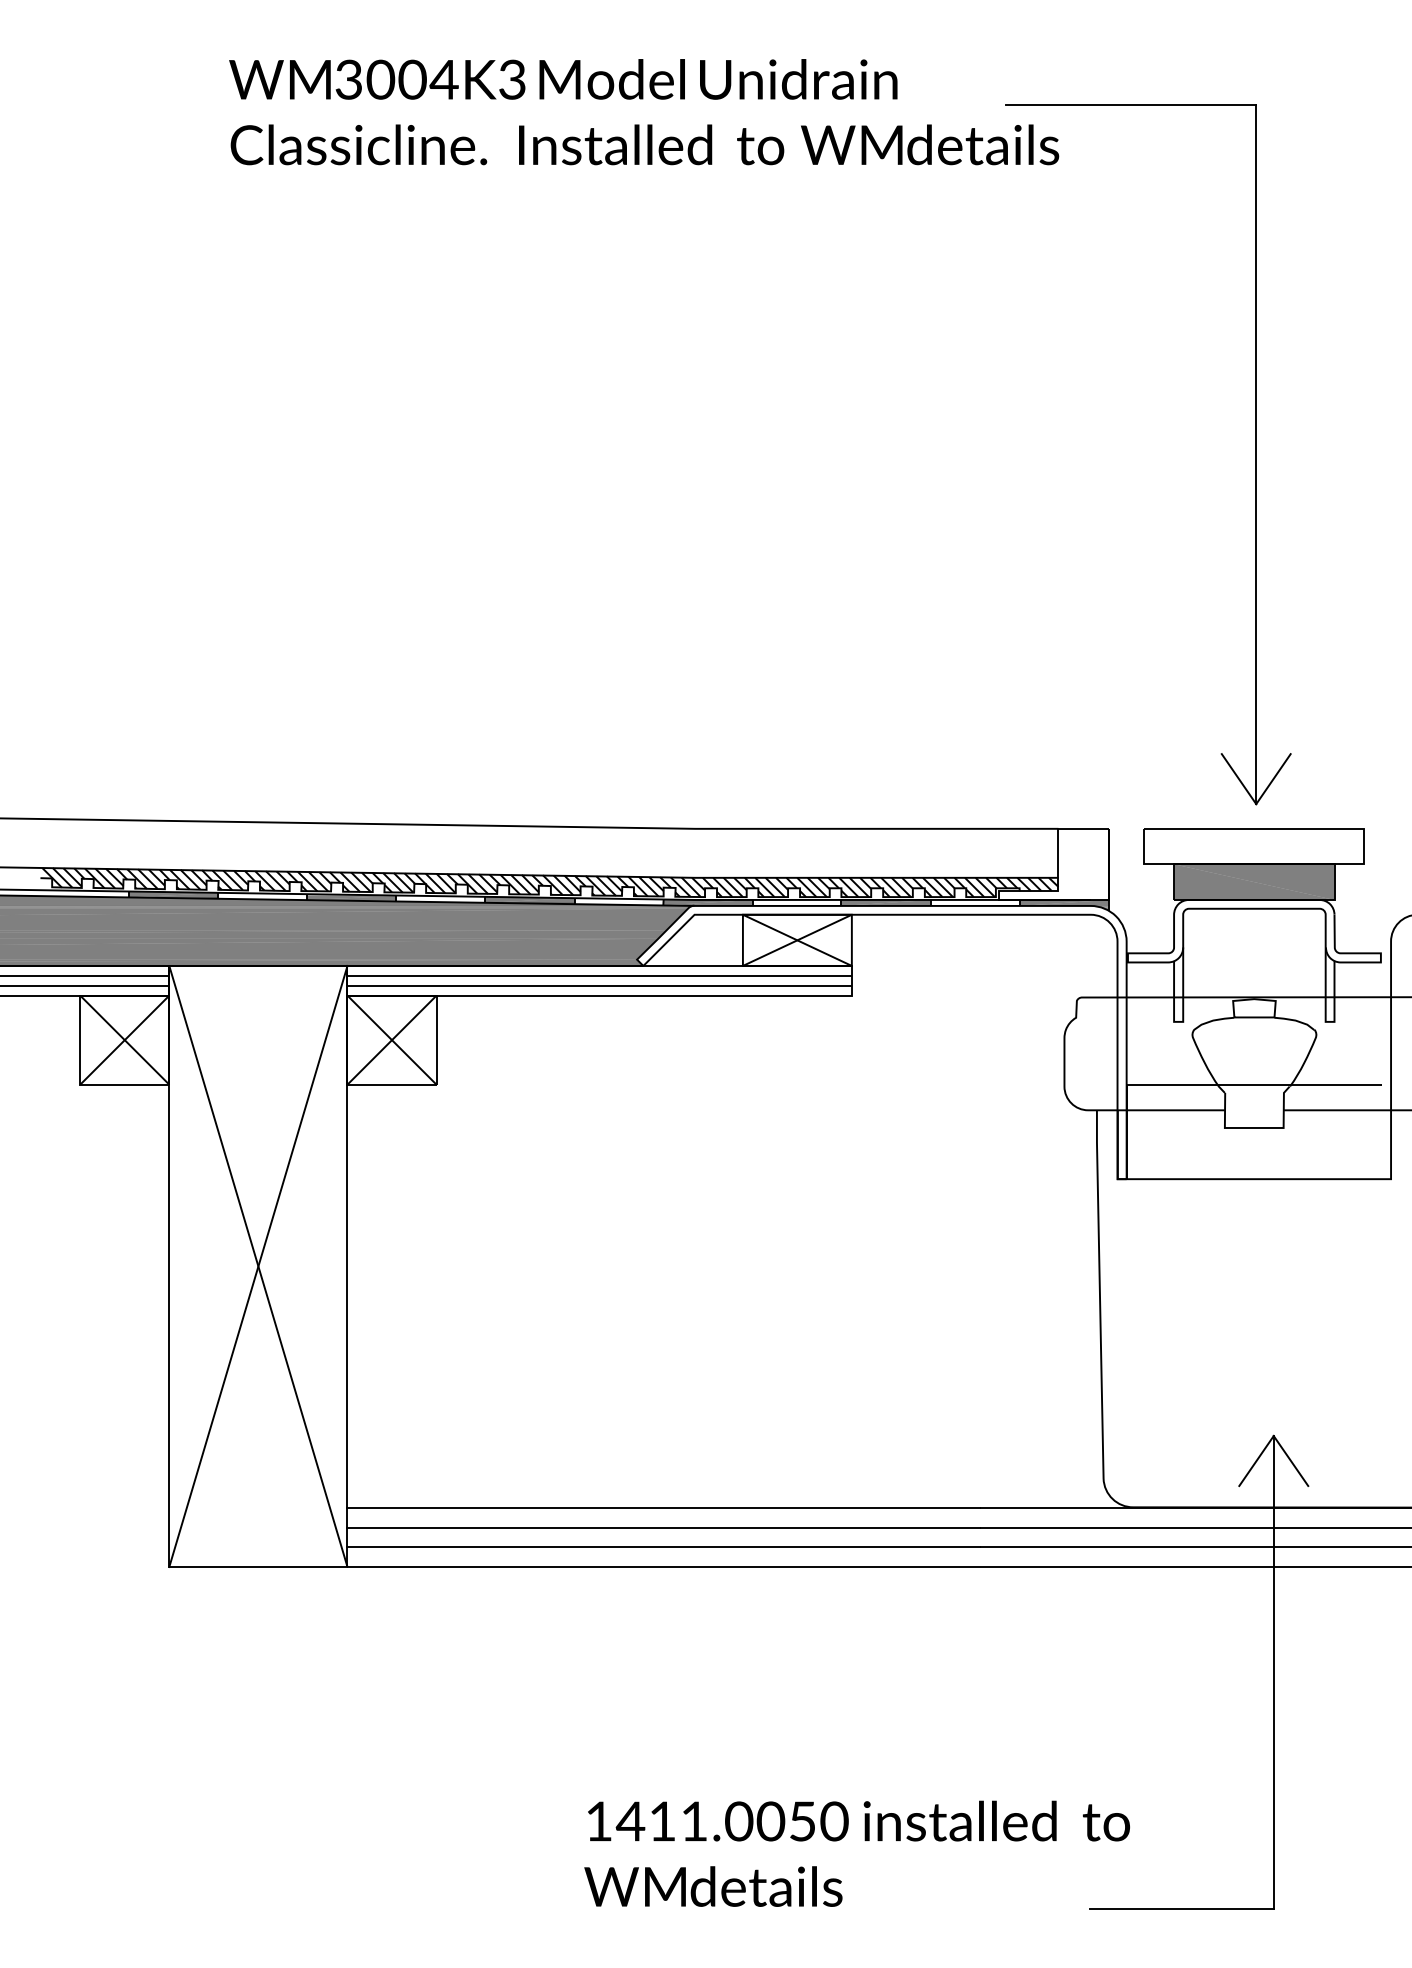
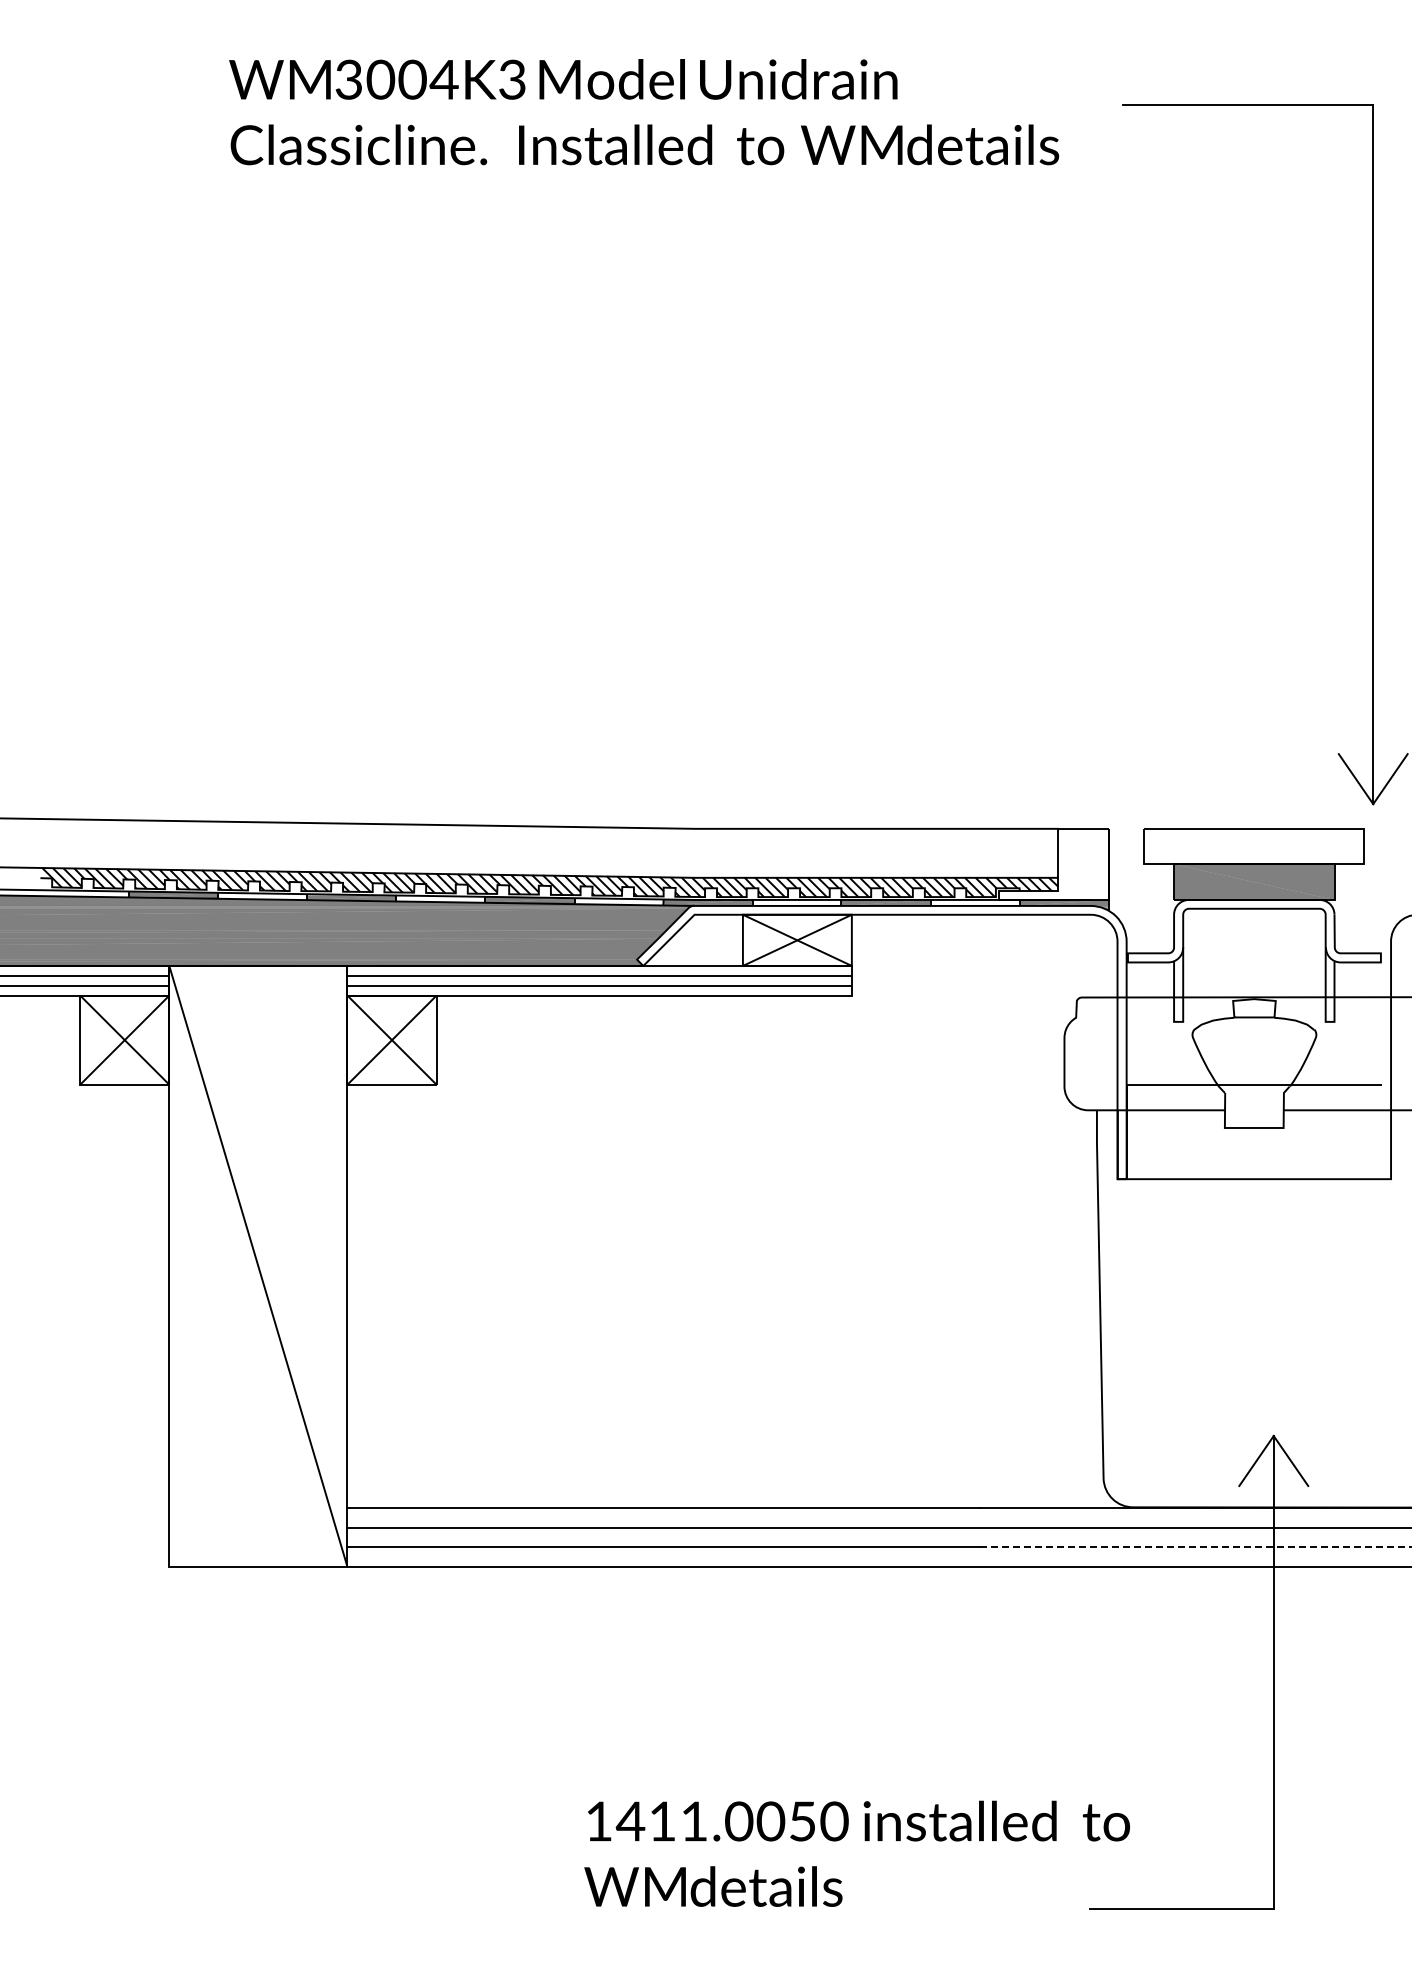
part at (1255, 454) position: (1255, 454) -> (1372, 454)
line at (258, 1266): present -> none
line at (1195, 1547): solid -> dashed
